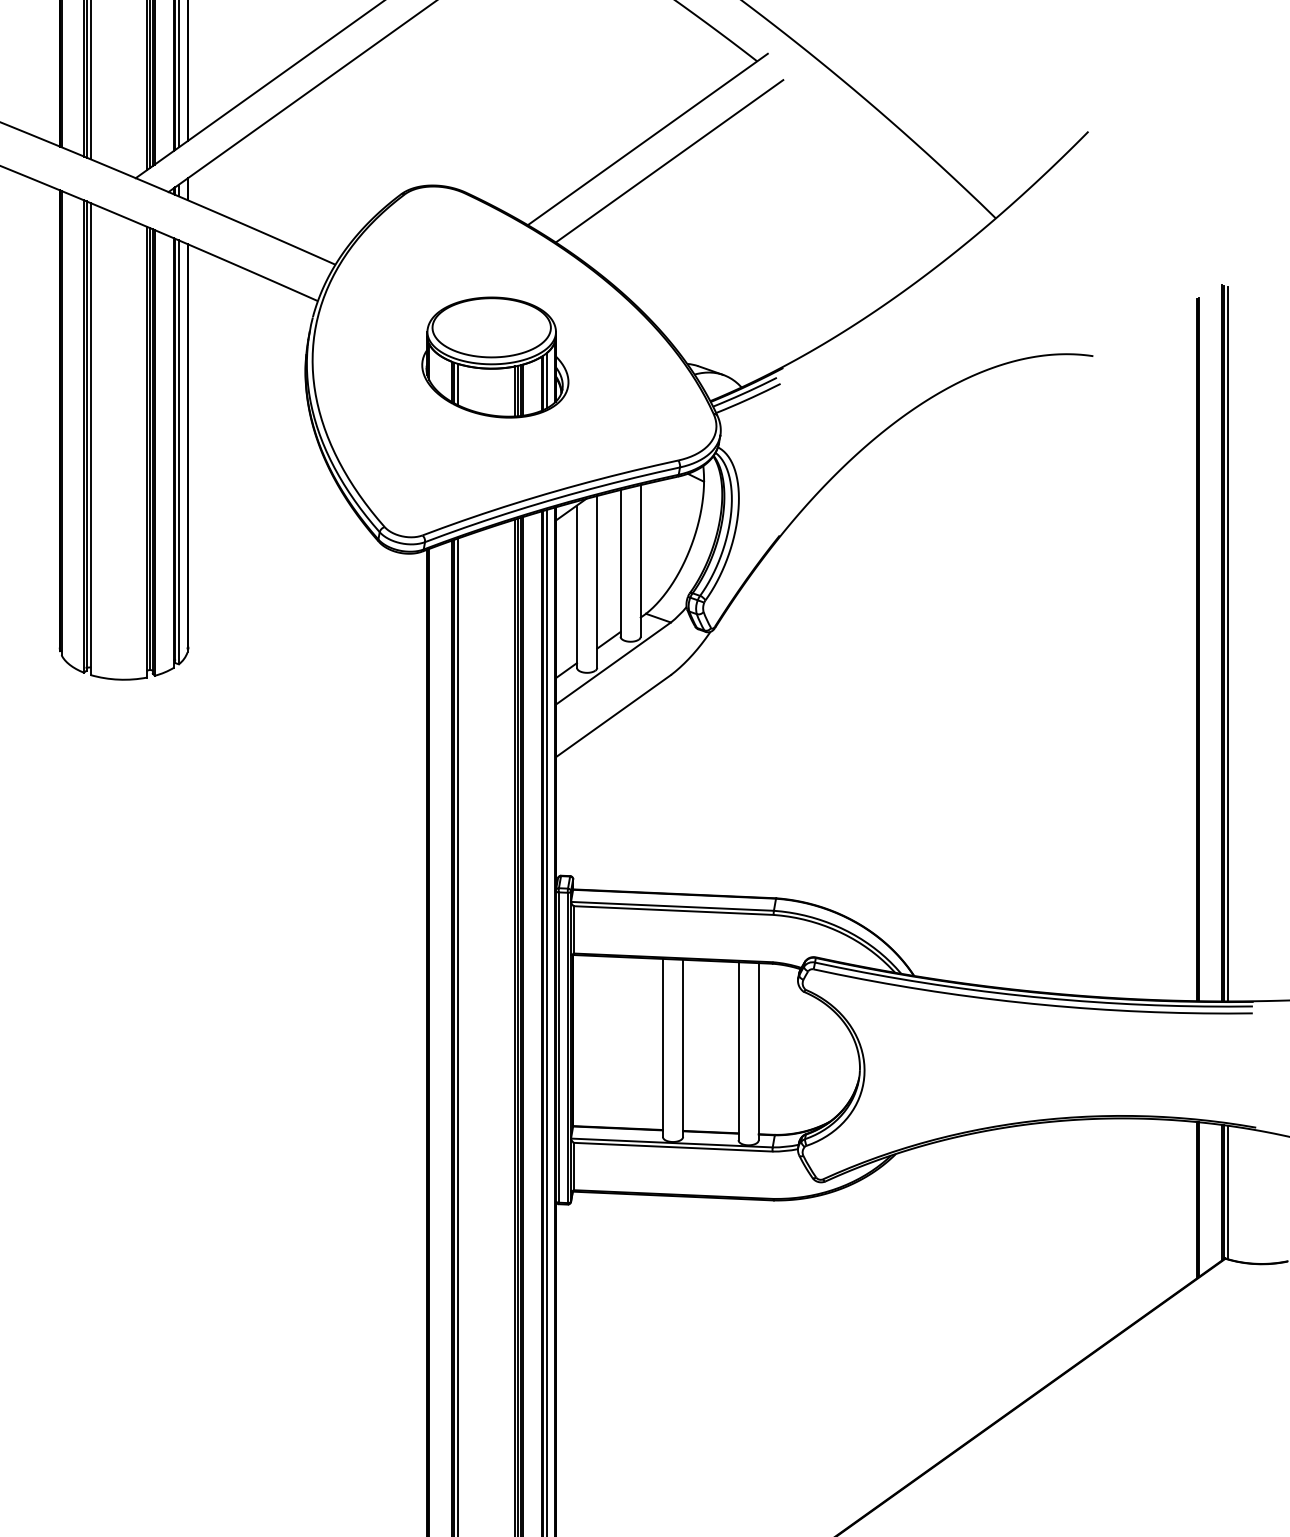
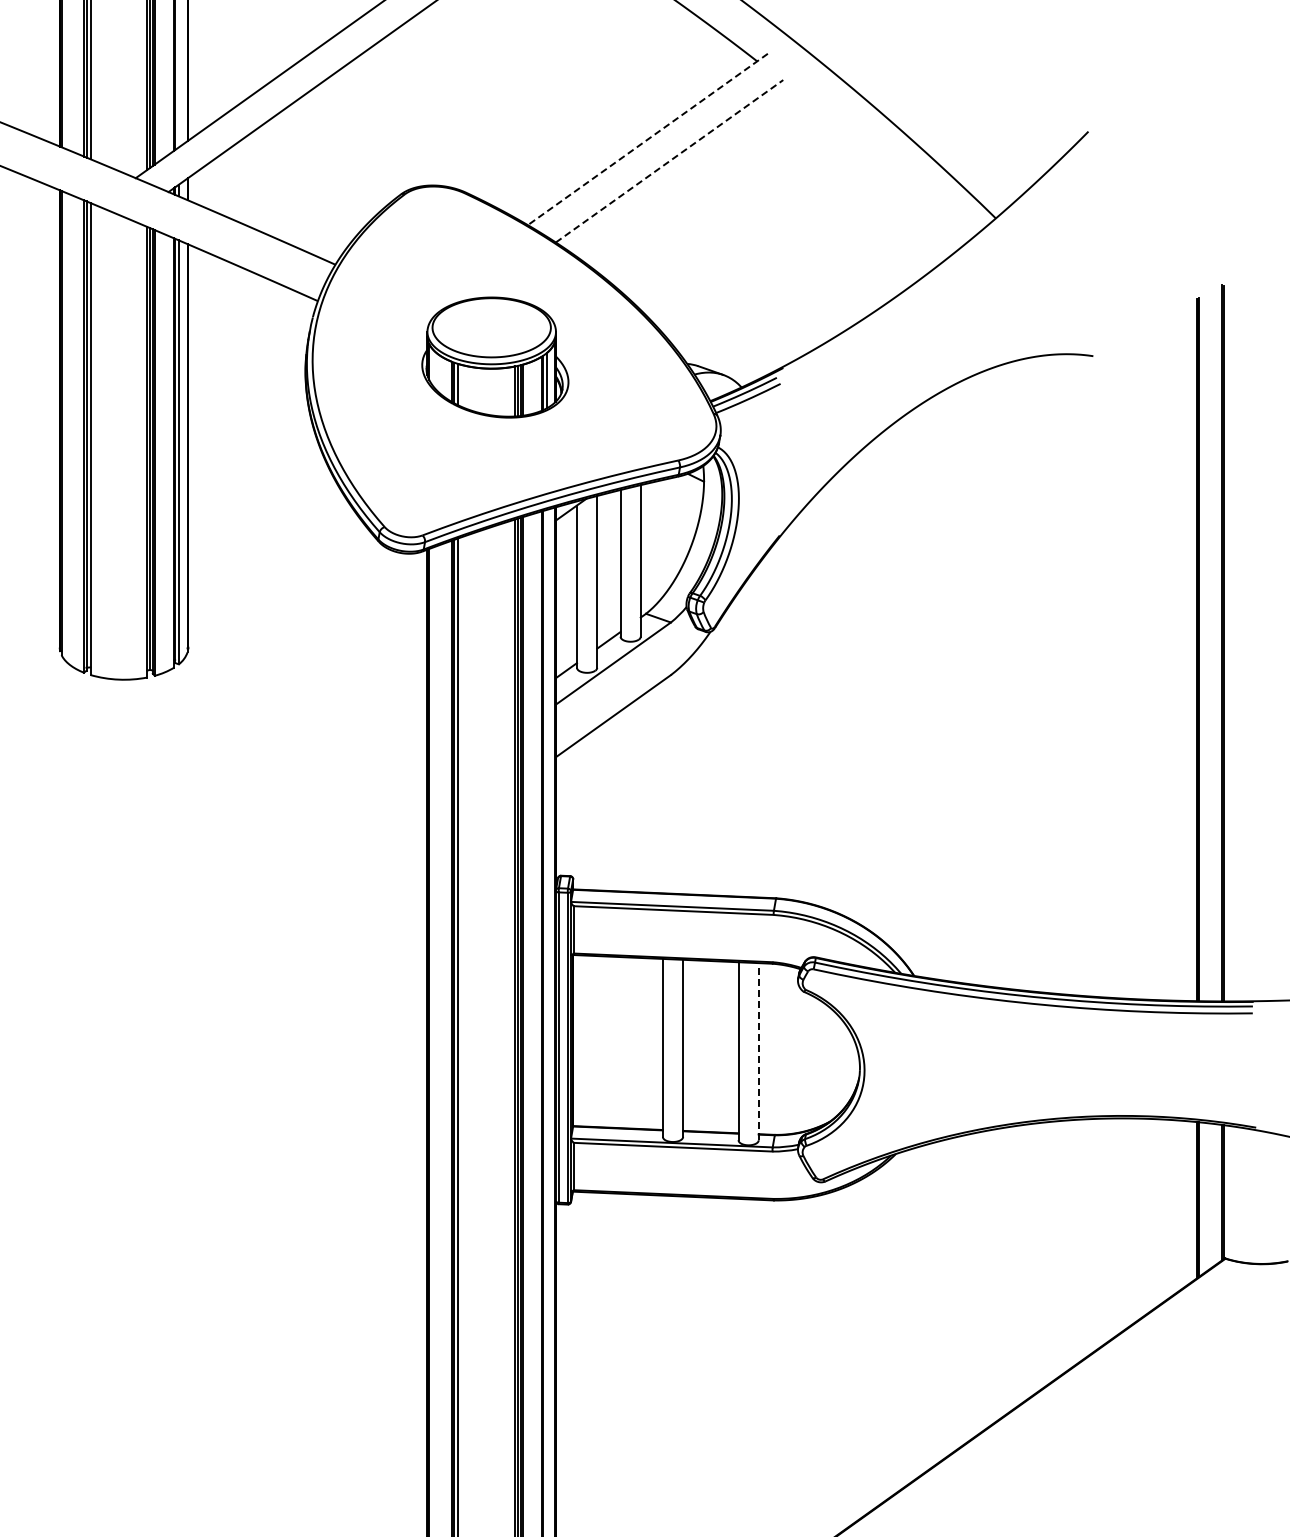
line at (178, 74): present -> none
line at (647, 139): solid -> dashed
line at (669, 161): solid -> dashed
line at (1228, 644): present -> none
line at (546, 1021): present -> none
line at (758, 1051): solid -> dashed
line at (1228, 1192): present -> none
